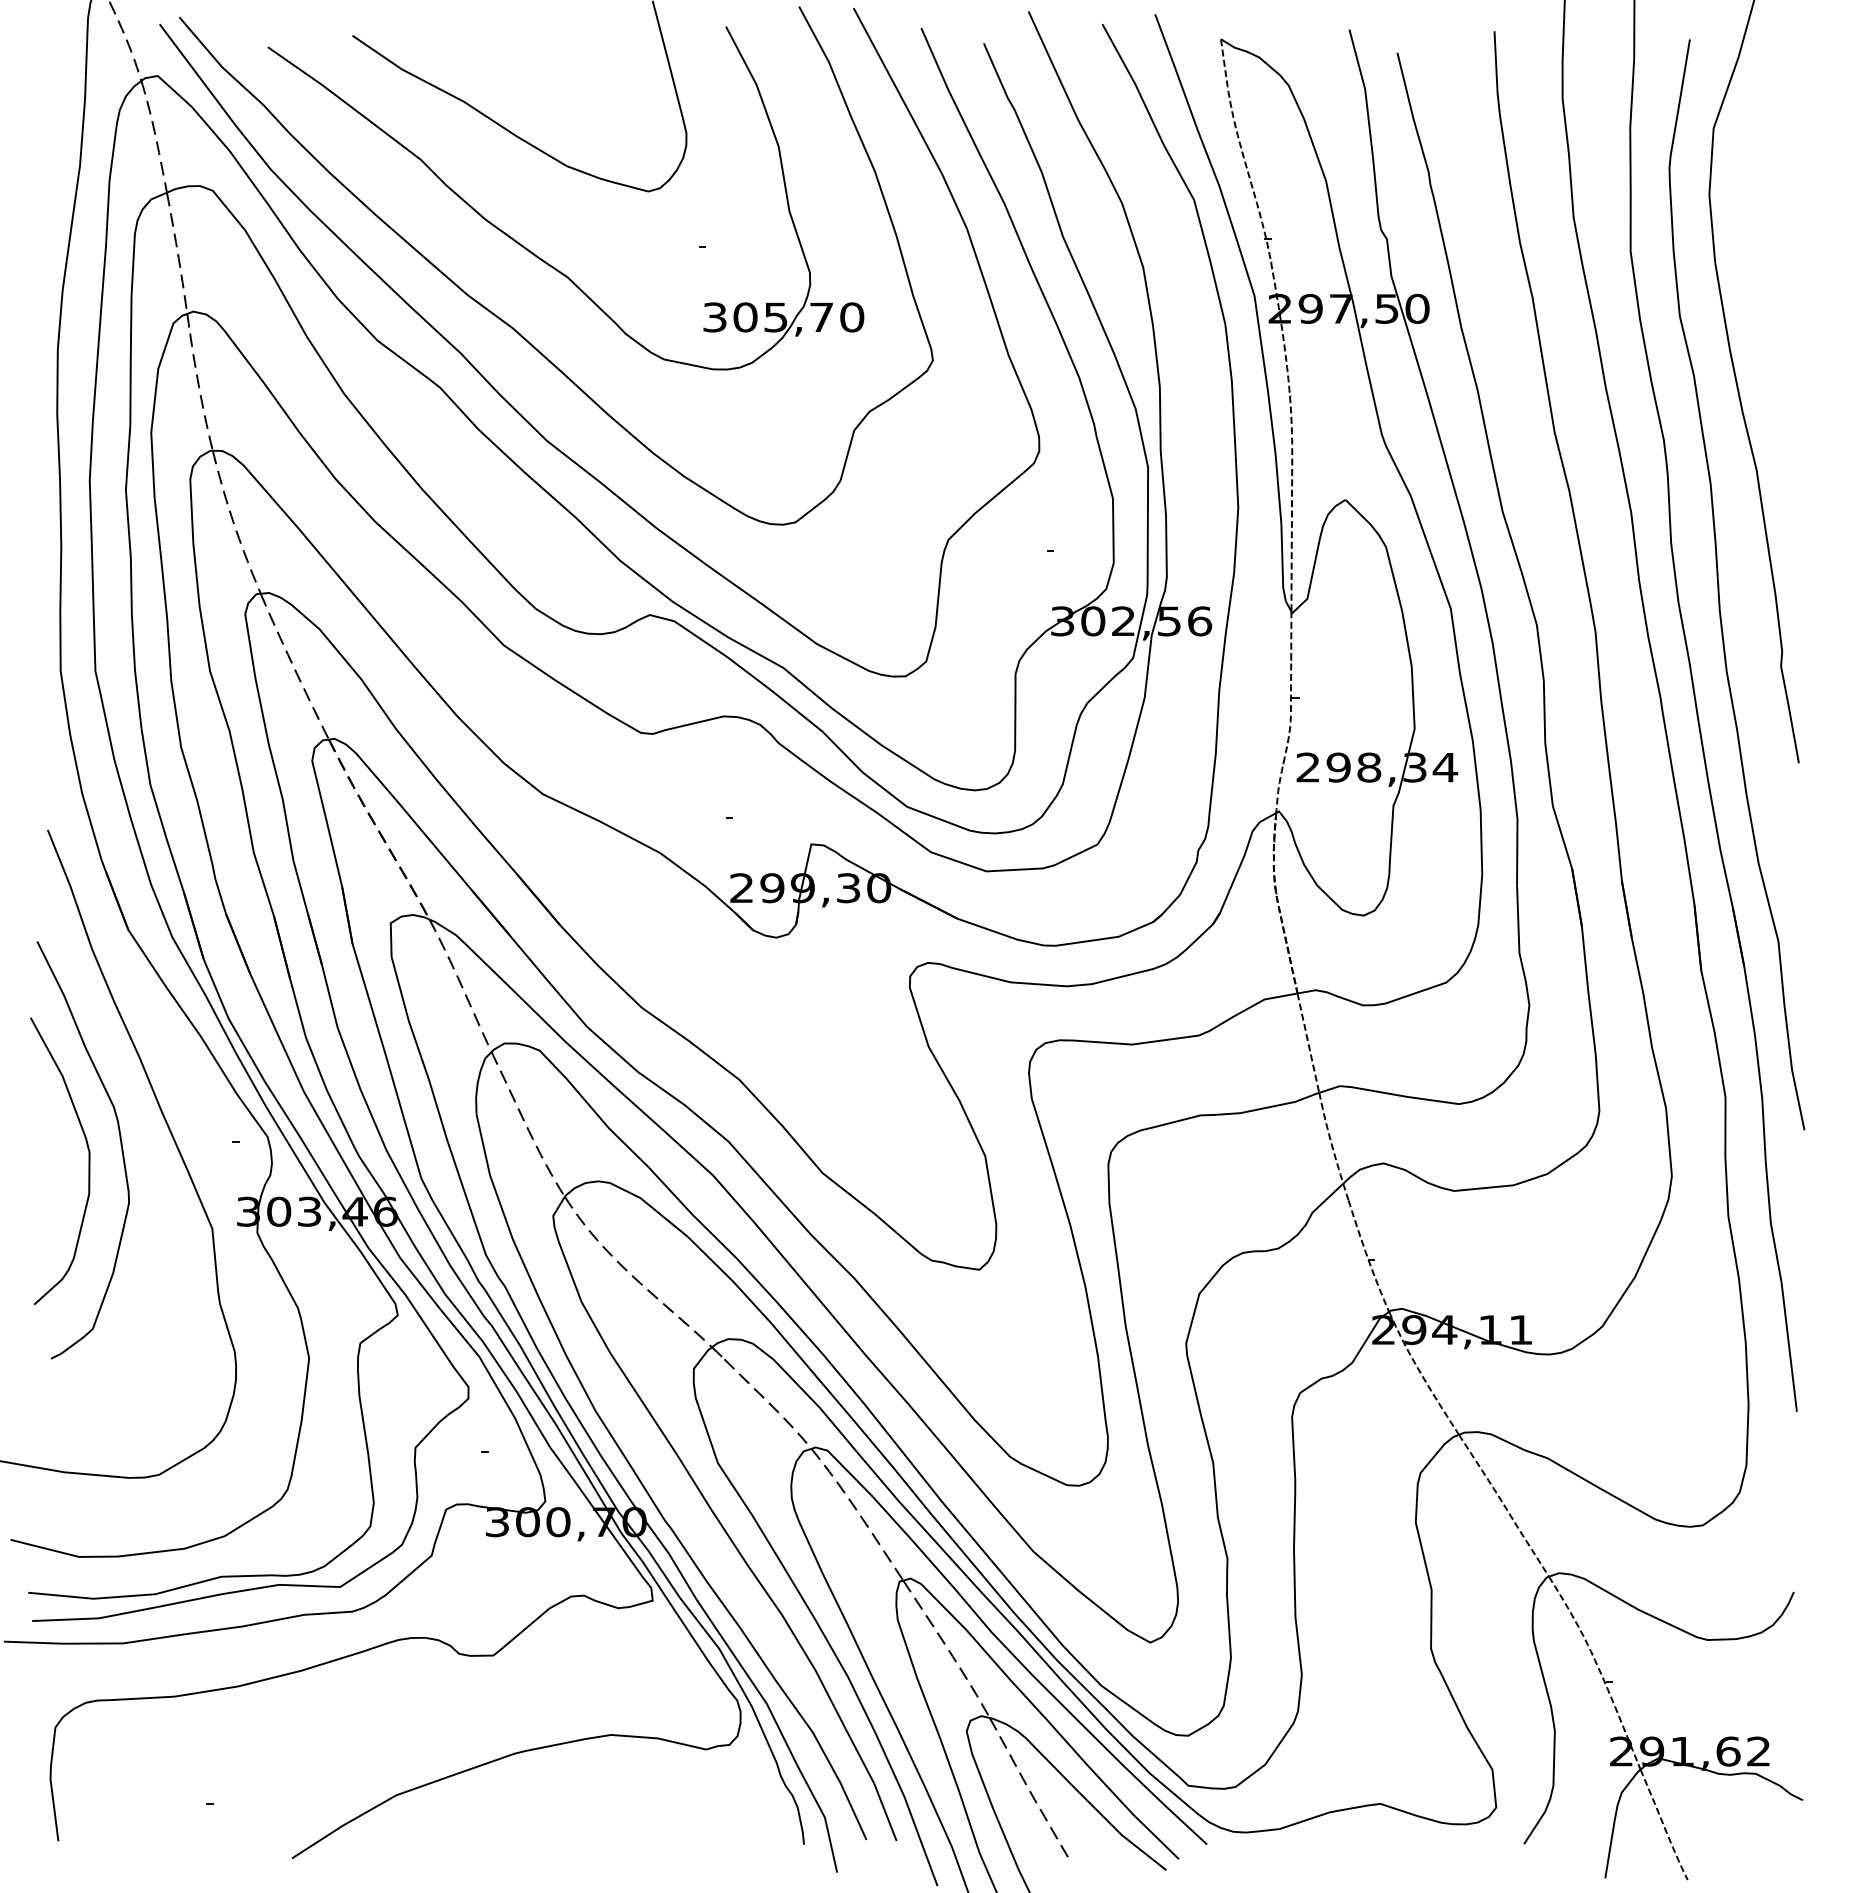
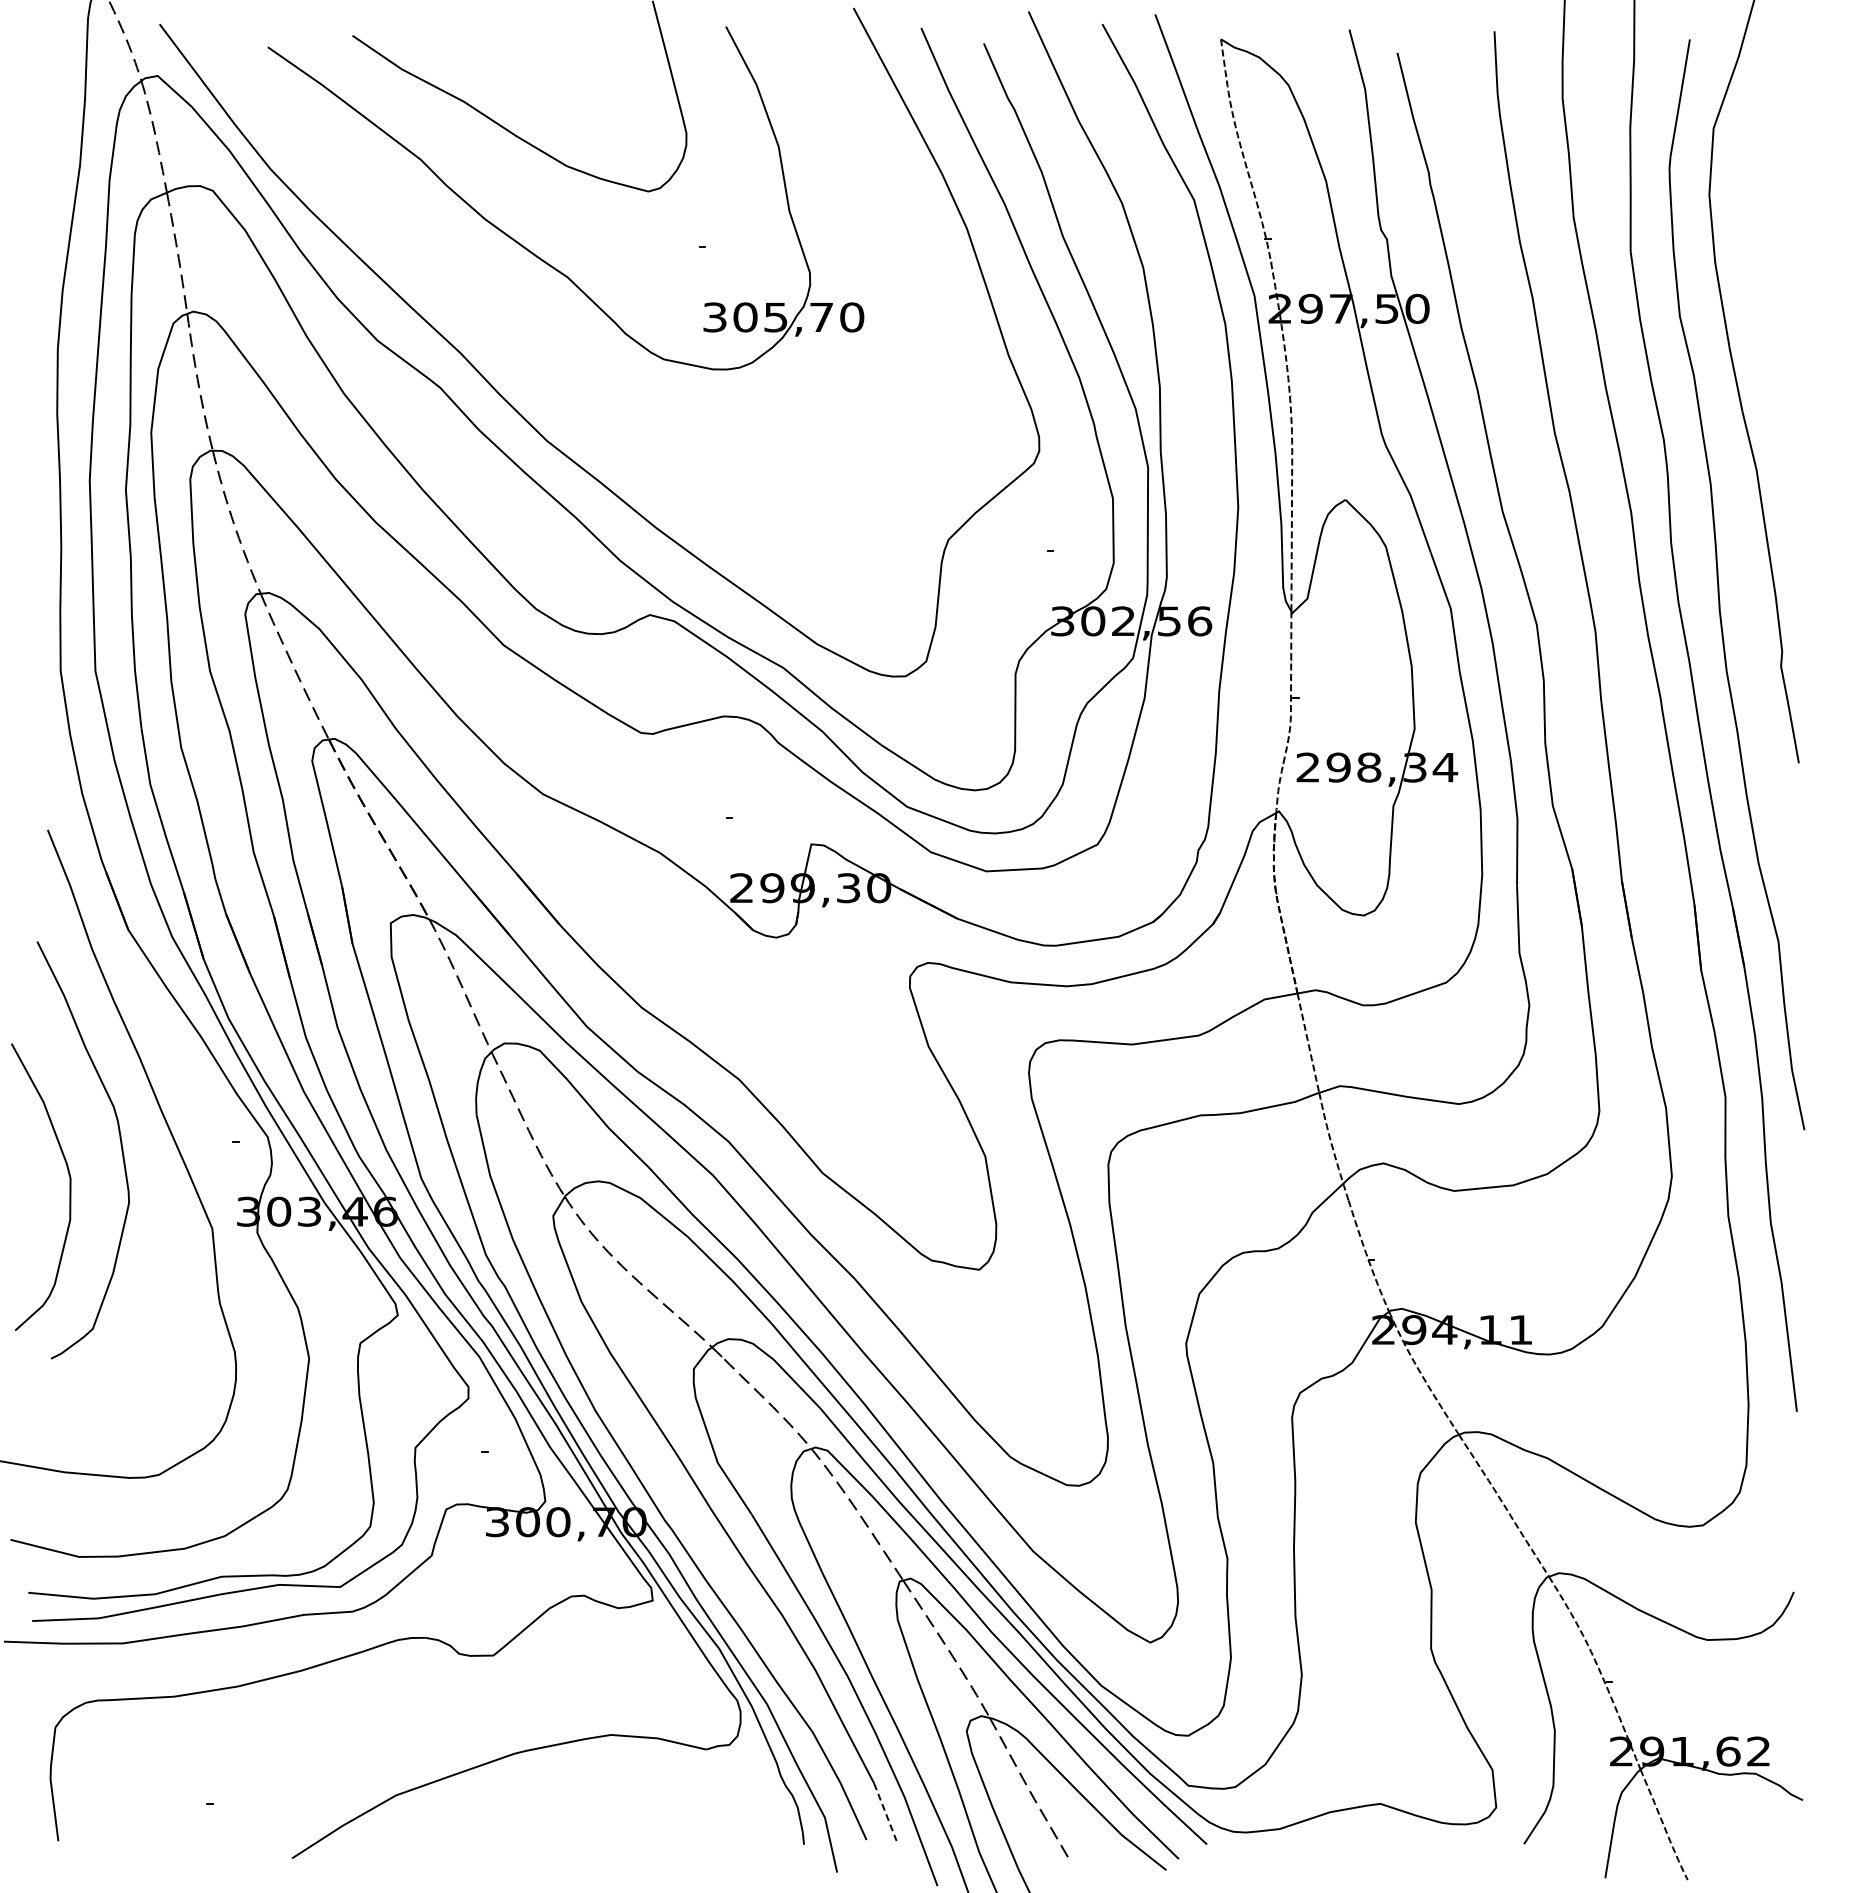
curve at (512, 326): present -> none
curve at (88, 1161) position: (88, 1161) -> (69, 1187)
line at (885, 1812): solid -> dashed
